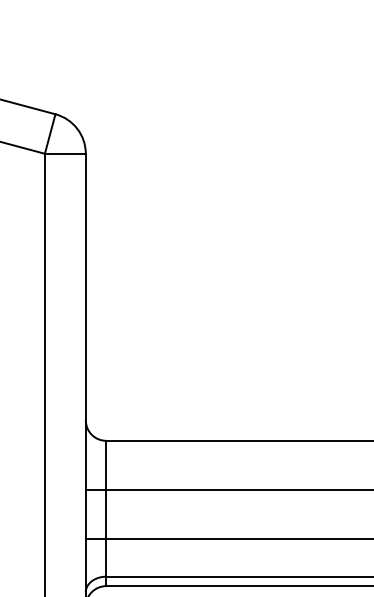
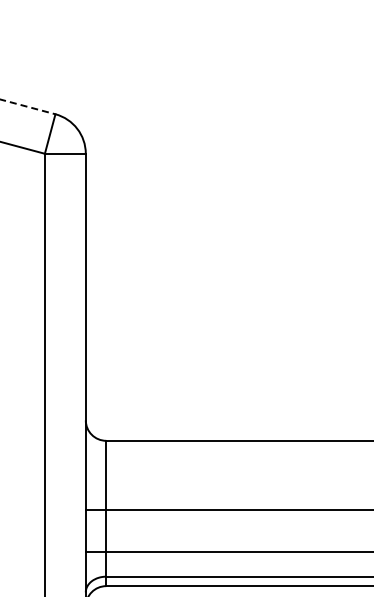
line at (28, 107): solid -> dashed
line at (227, 489) position: (227, 489) -> (227, 509)
line at (227, 538) position: (227, 538) -> (227, 551)
